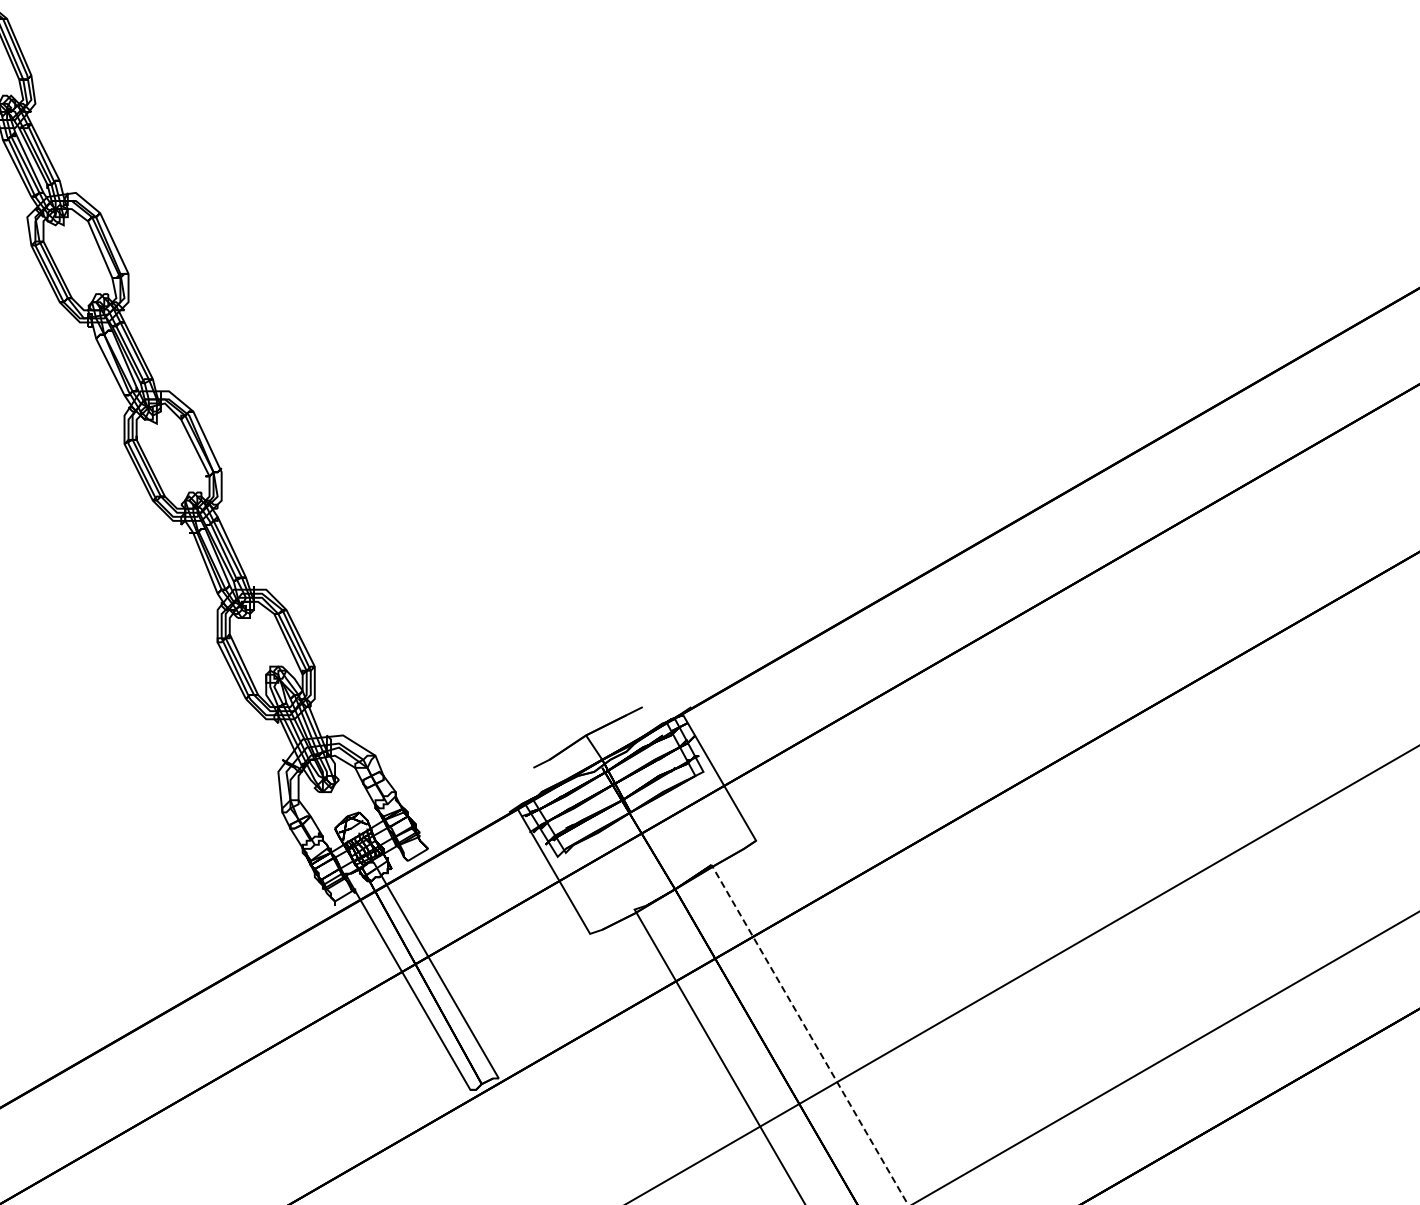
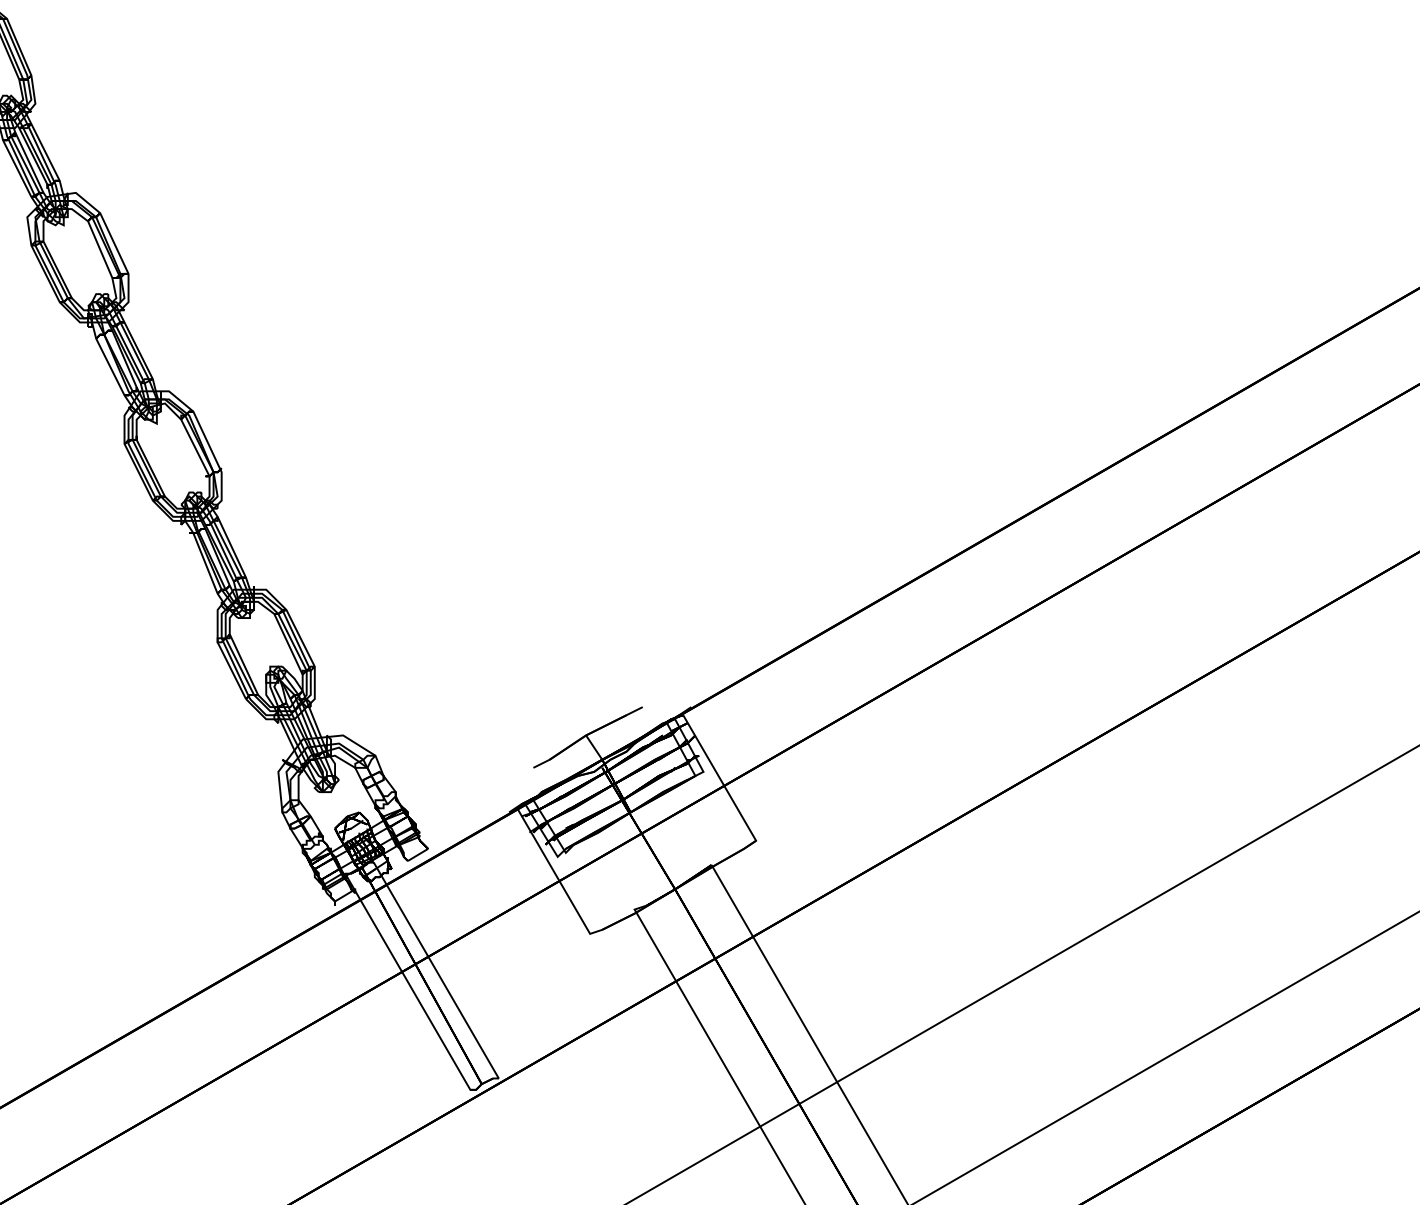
line at (809, 1034): dashed -> solid
